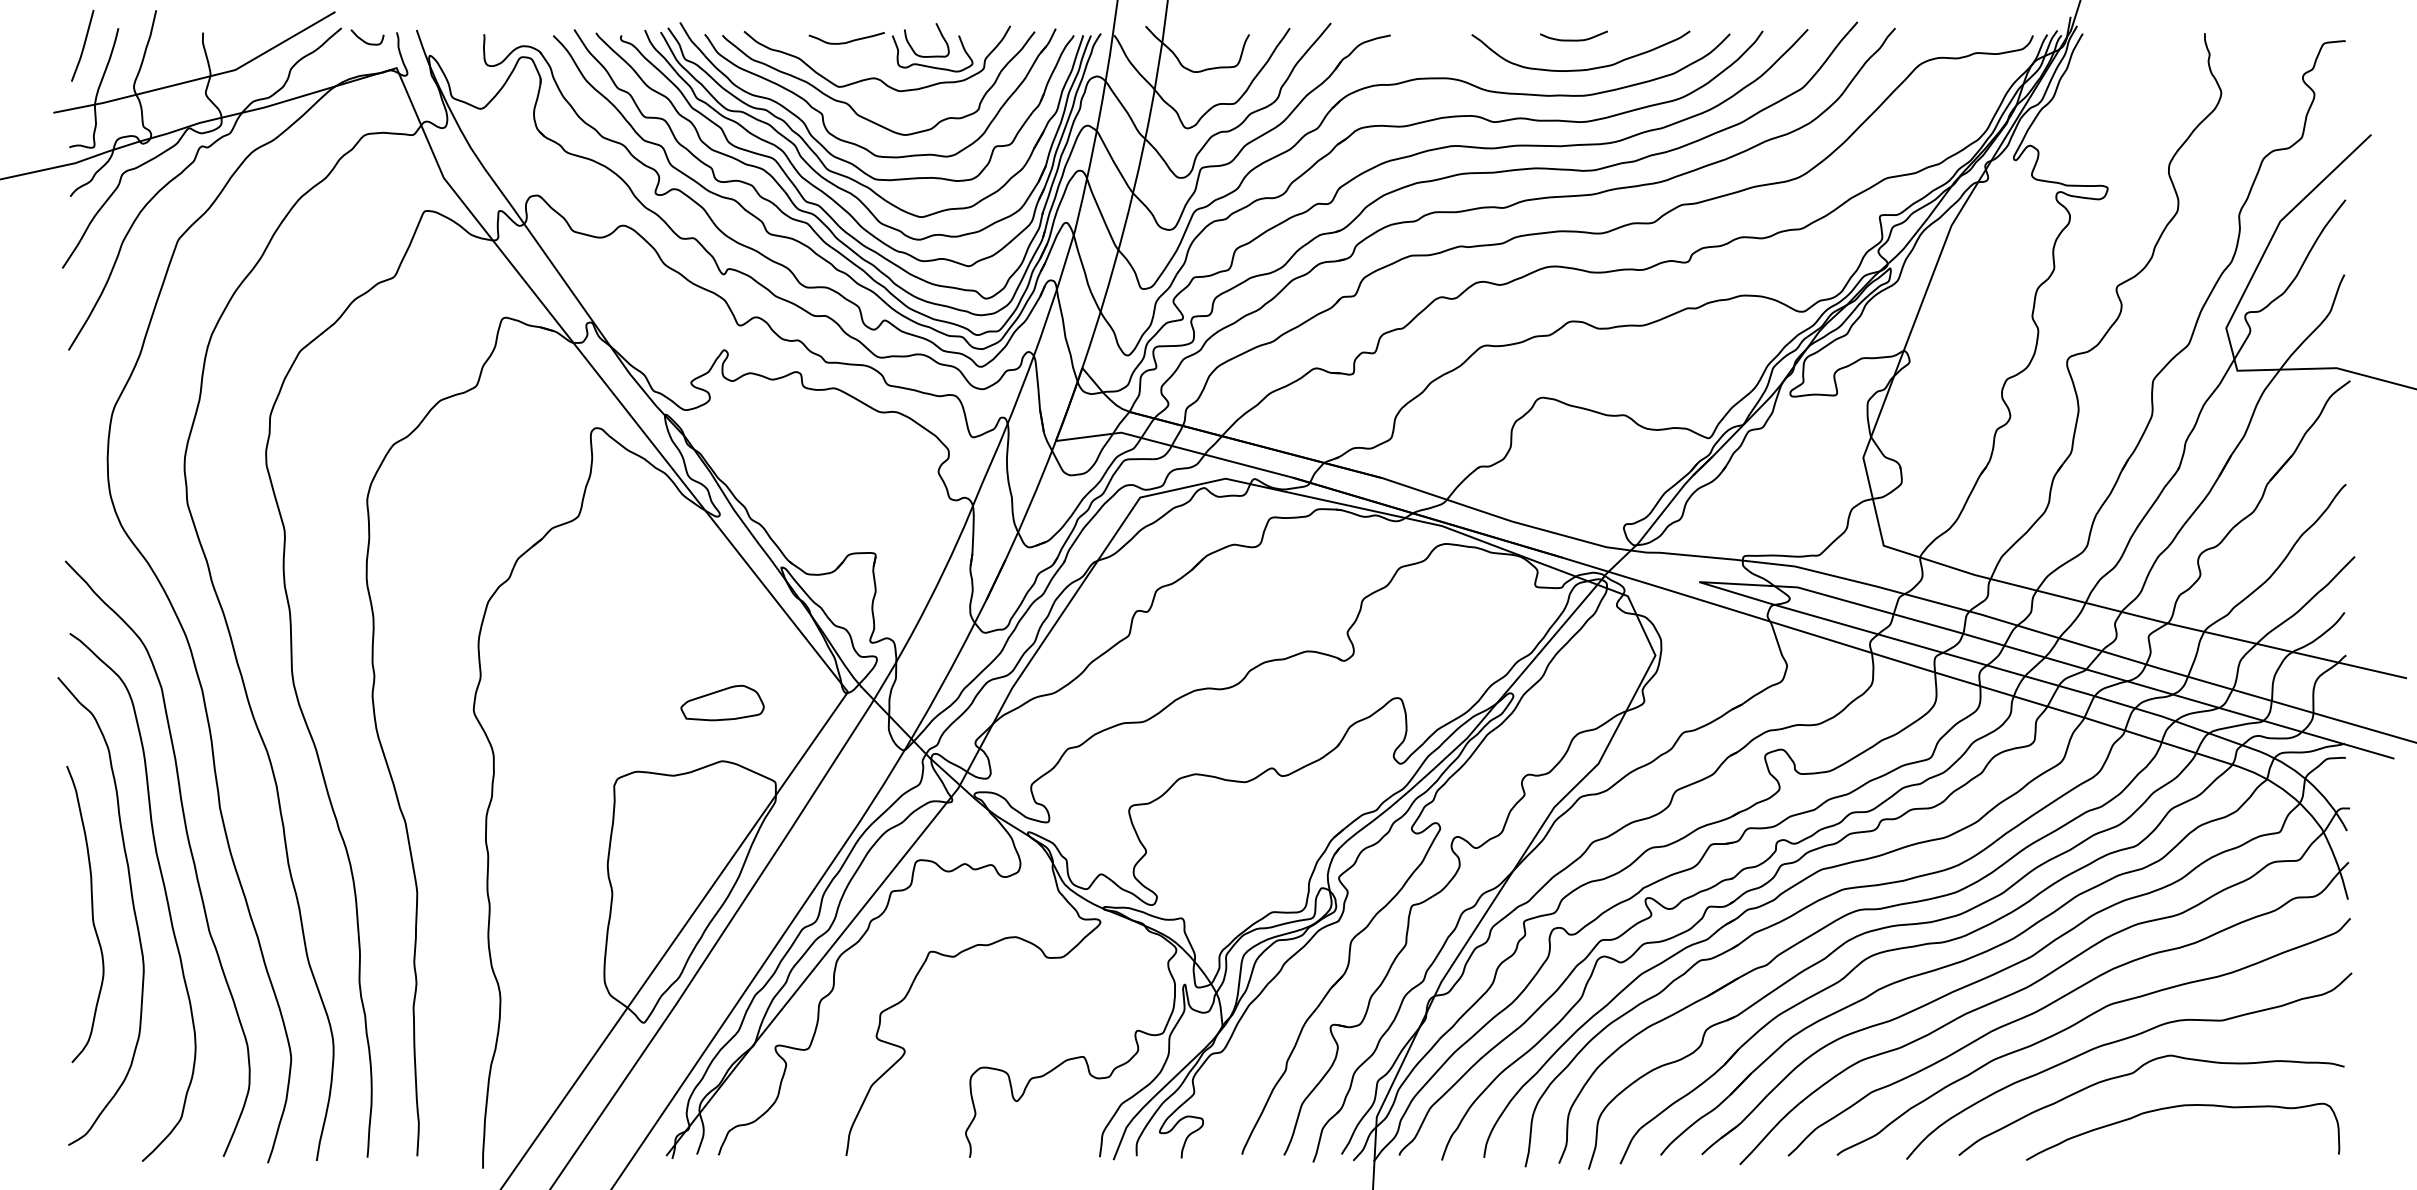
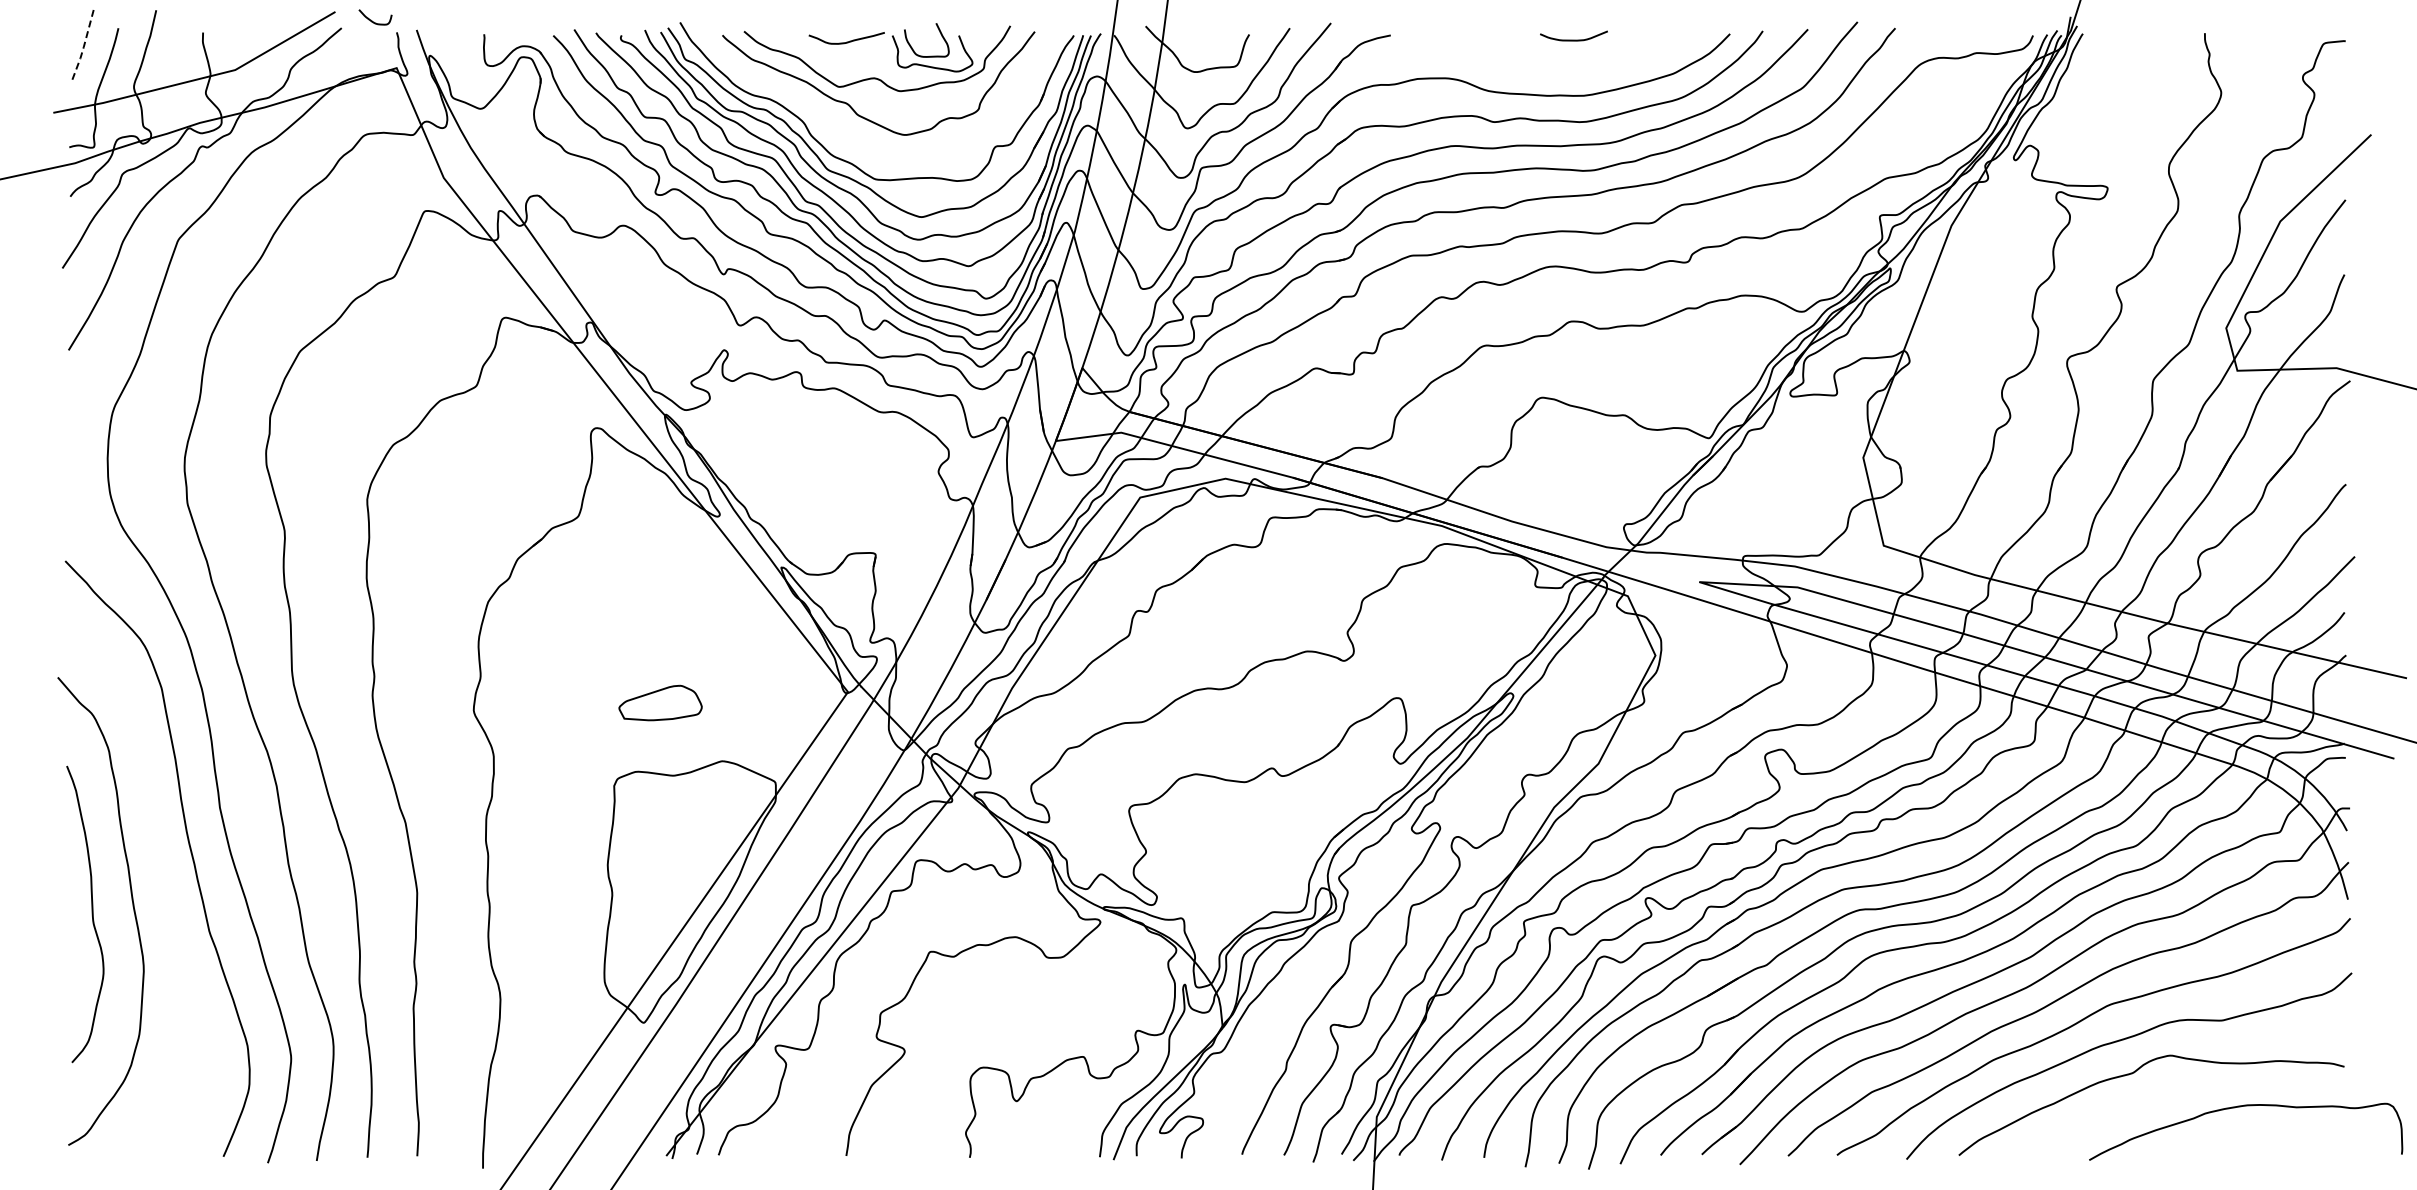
curve at (364, 40) position: (364, 40) -> (372, 20)
line at (83, 47): solid -> dashed
curve at (1580, 69): present -> none
part at (858, 144): present -> none
part at (722, 702) position: (722, 702) -> (660, 702)
curve at (164, 892): present -> none
curve at (2177, 1107) position: (2177, 1107) -> (2240, 1107)
